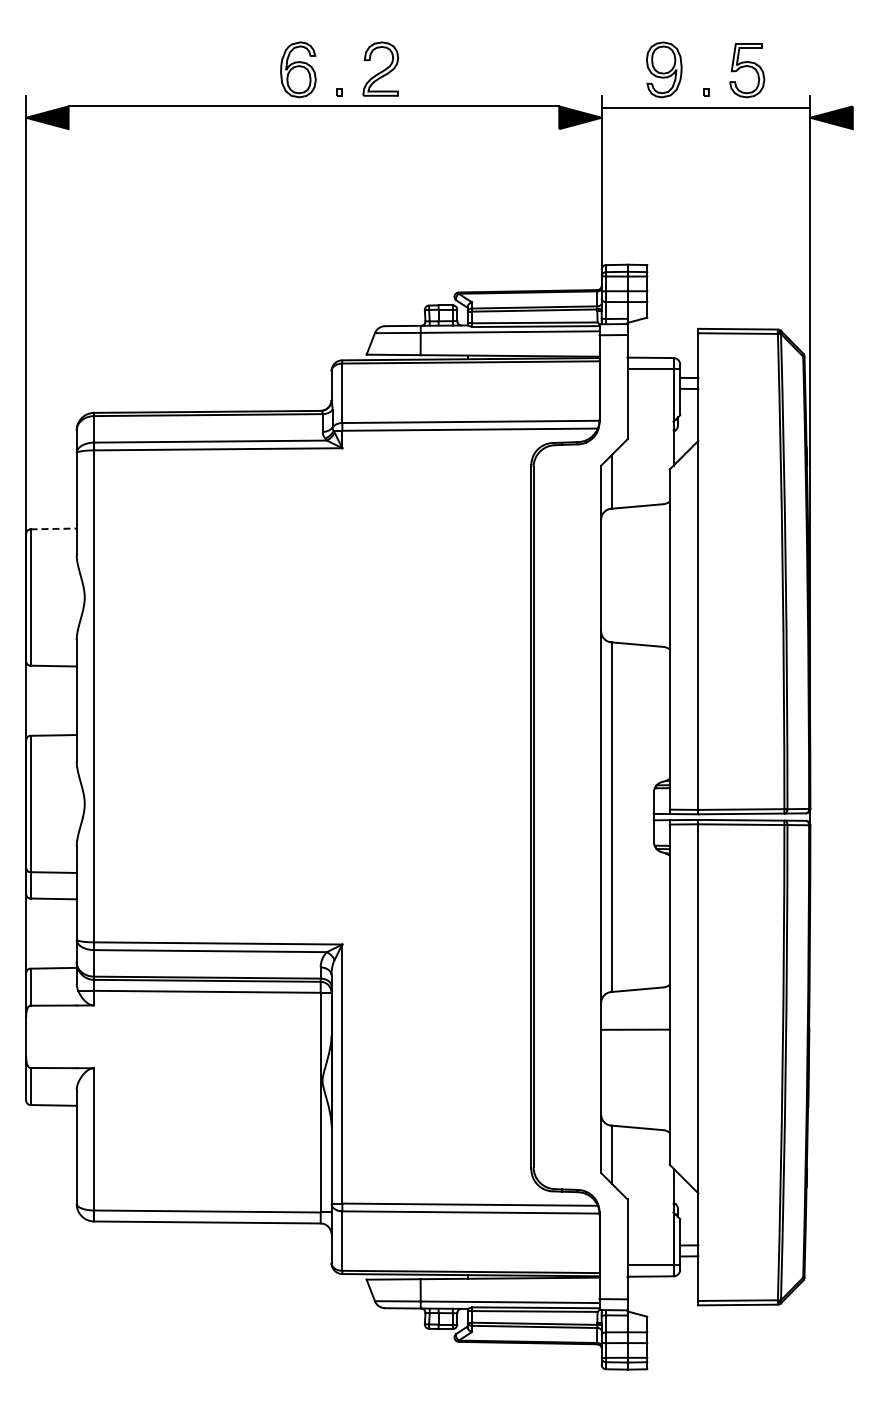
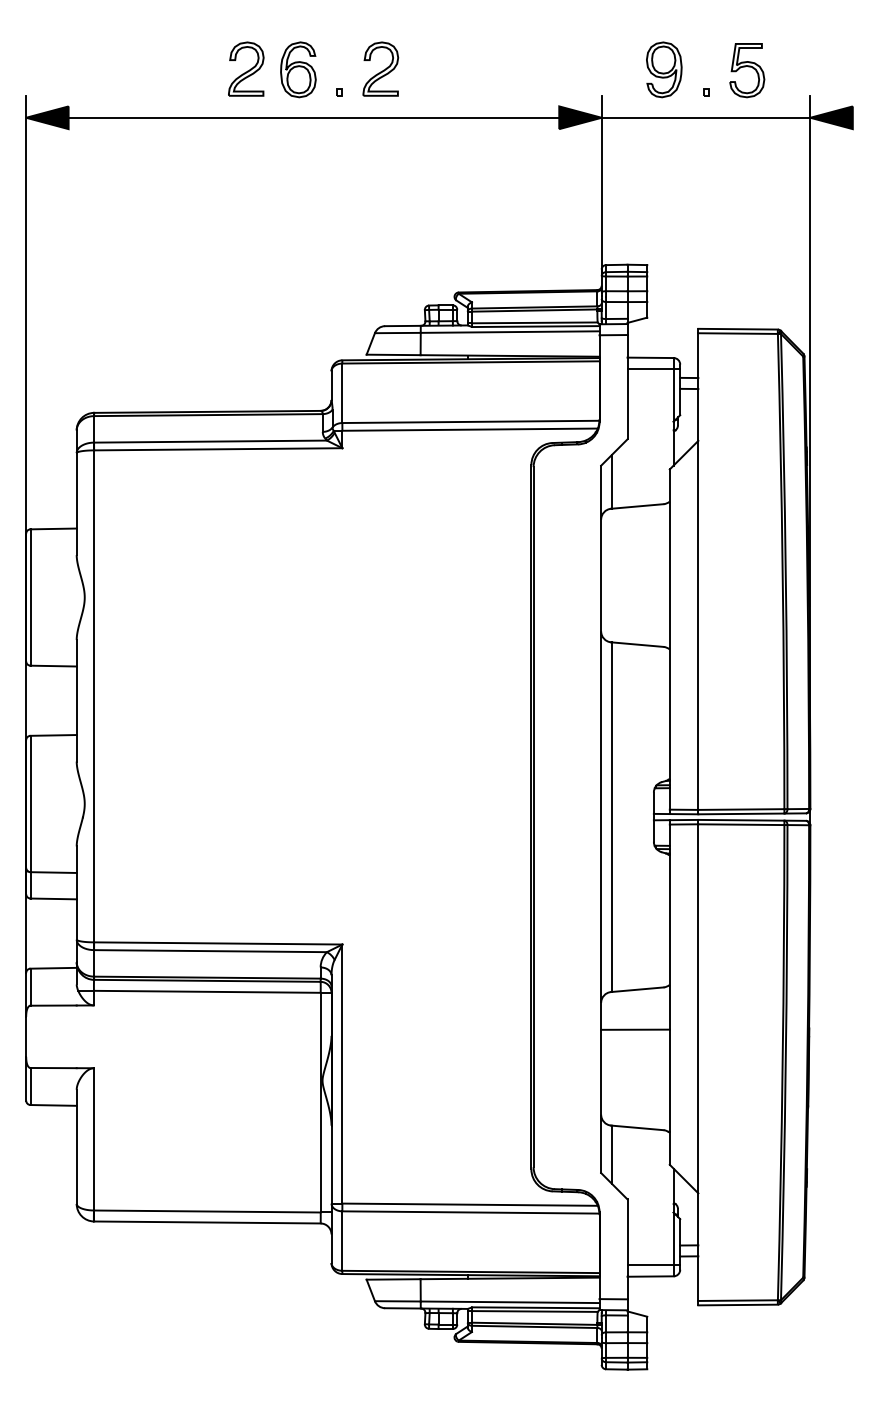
part at (246, 68): none -> present
line at (313, 105) position: (313, 105) -> (313, 117)
line at (705, 107) position: (705, 107) -> (705, 117)
line at (54, 528): dashed -> solid
